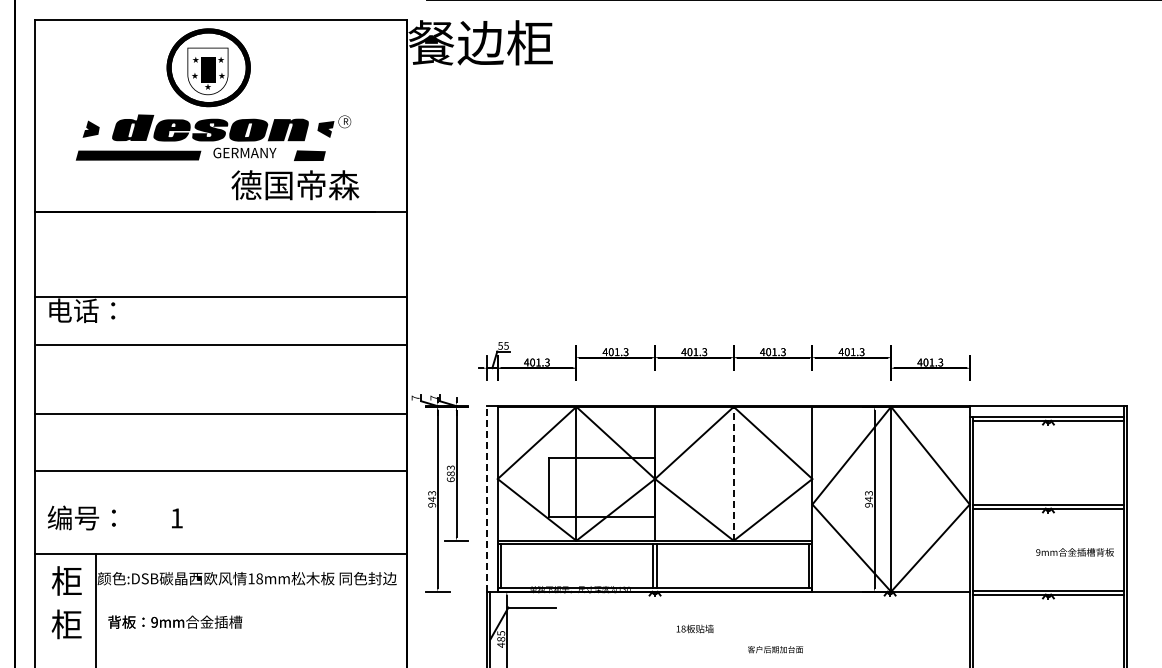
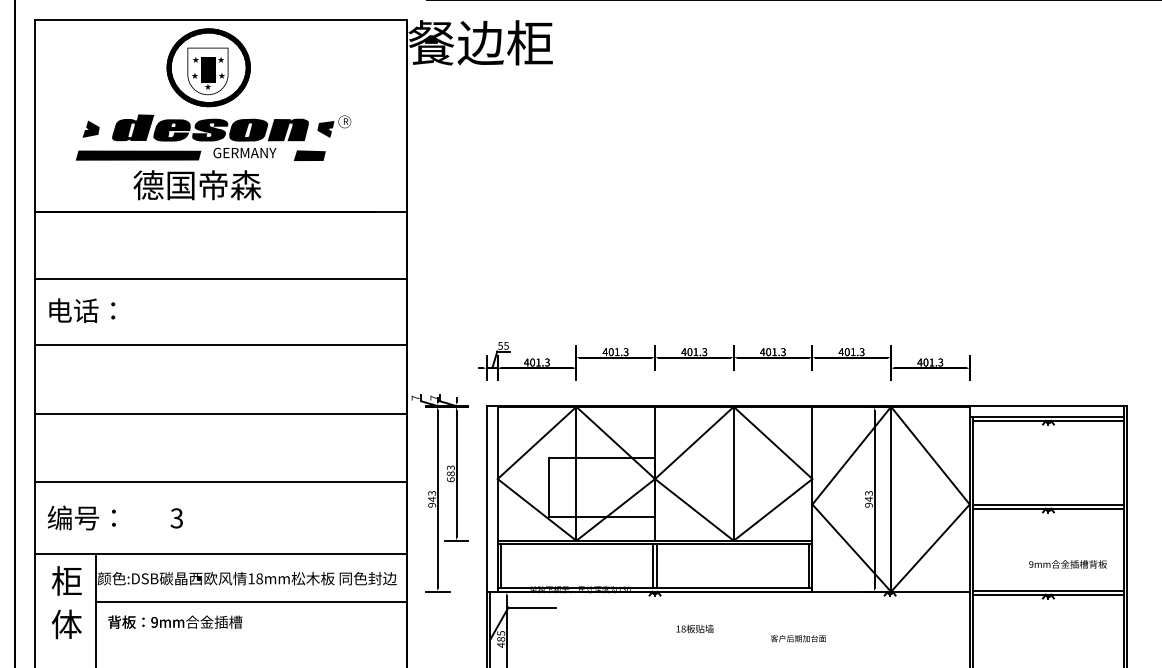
text at (295, 185) position: (295, 185) -> (197, 185)
line at (220, 296) position: (220, 296) -> (220, 278)
line at (220, 471) position: (220, 471) -> (220, 482)
line at (733, 473): dashed -> solid
line at (486, 498): dashed -> solid
text at (176, 518): 1 -> 3
text at (1074, 552) position: (1074, 552) -> (1067, 564)
line at (251, 602): none -> present
text at (66, 624): 柜 -> 体
text at (775, 649) position: (775, 649) -> (798, 638)
